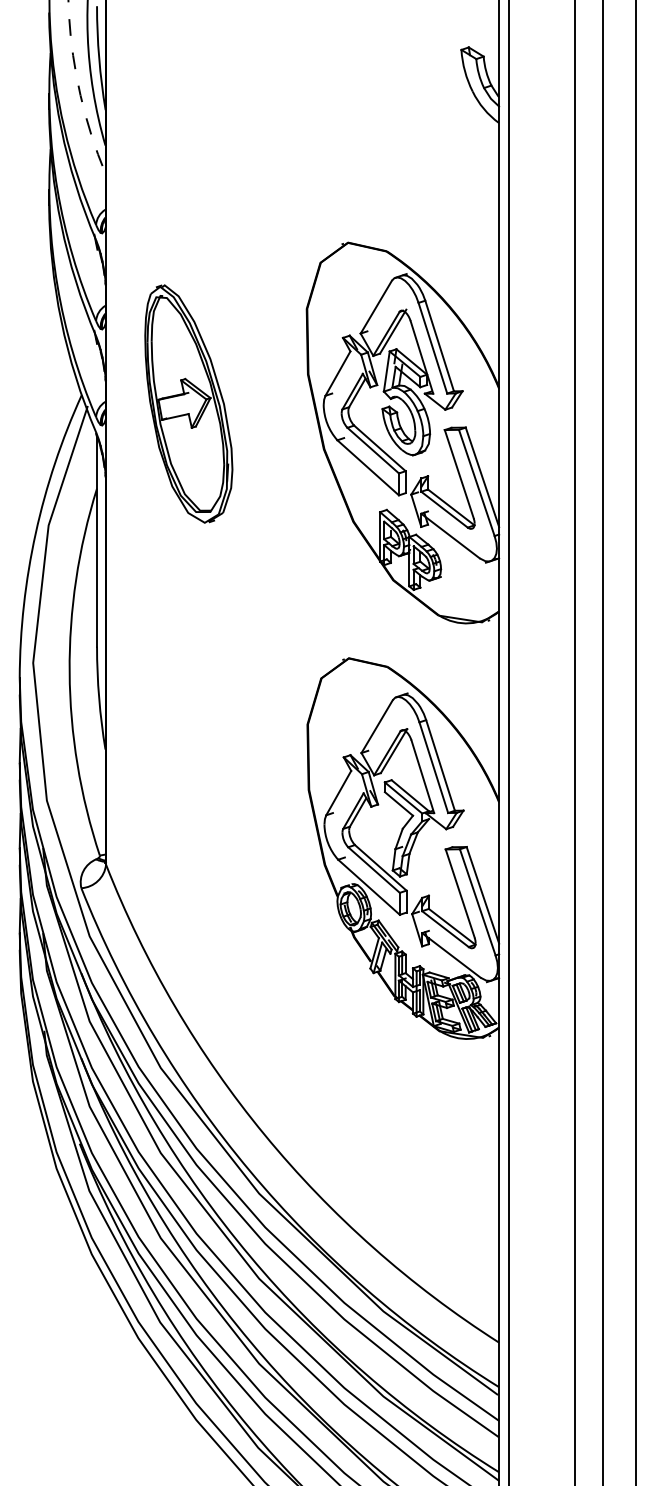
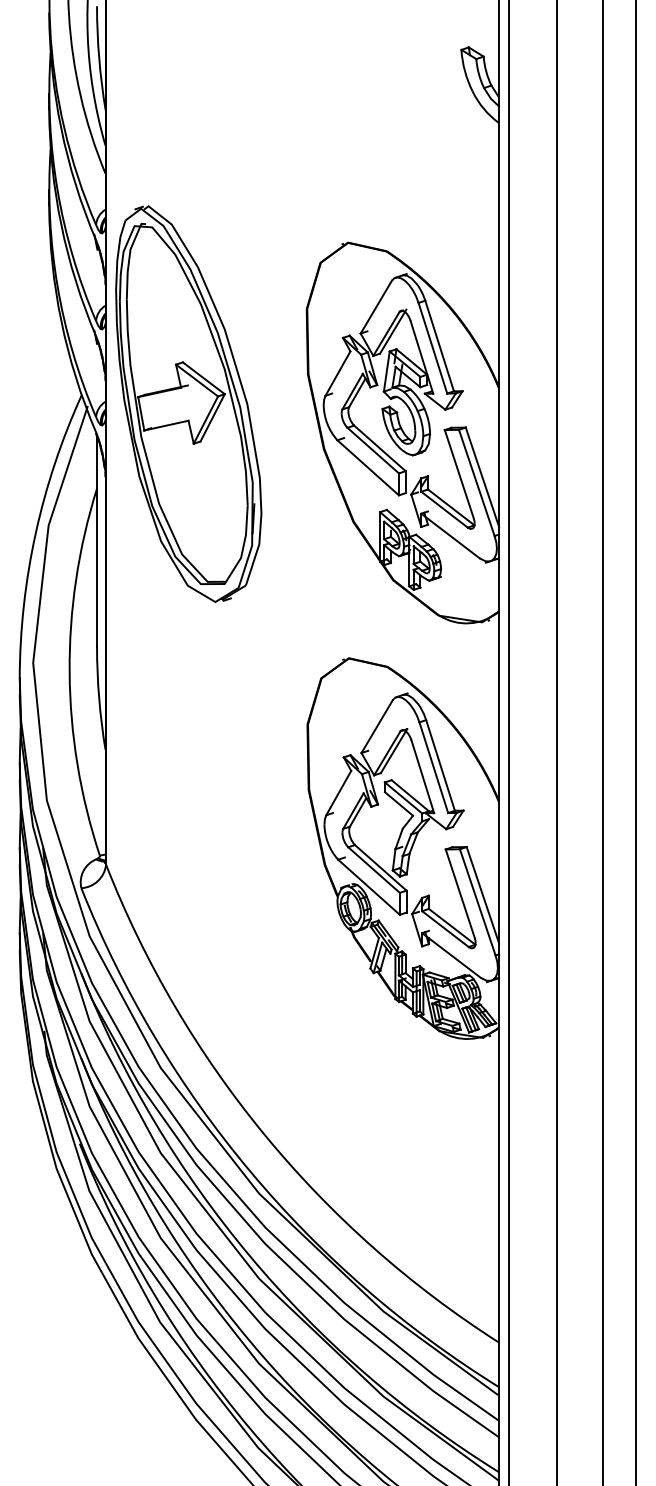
arc at (79, 88): dashed -> solid
part at (188, 403) size: 90x240 px -> 148x398 px
line at (574, 742) position: (574, 742) -> (556, 742)
